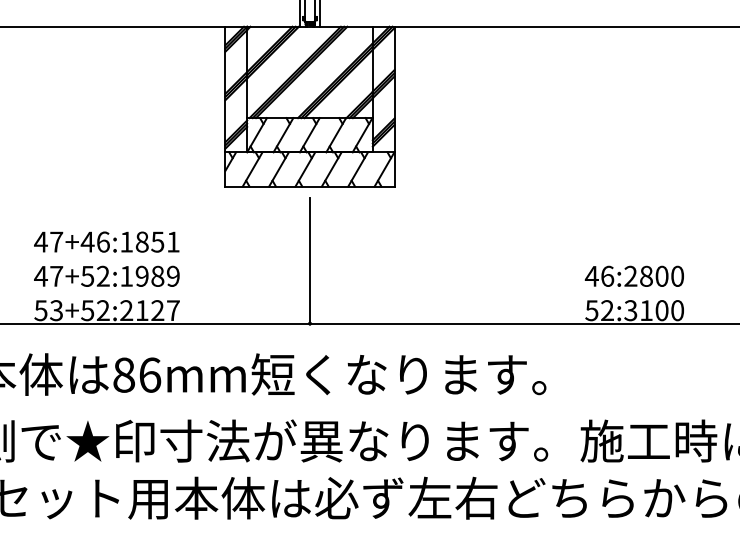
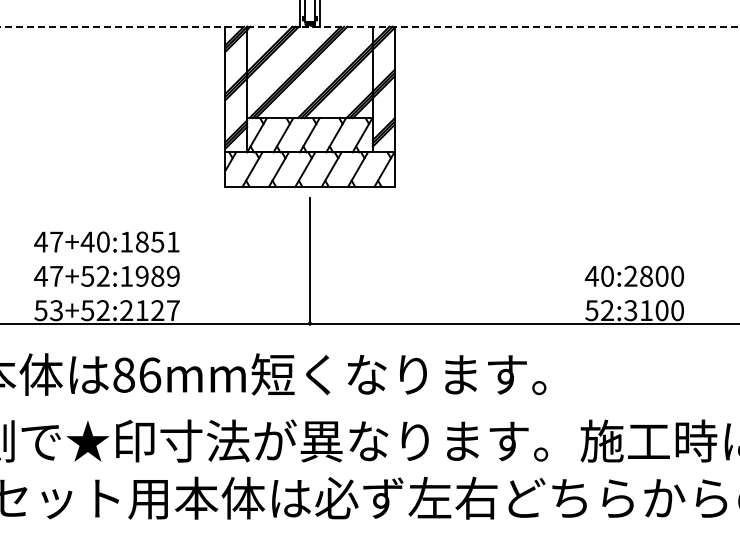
line at (370, 26): solid -> dashed
text at (103, 241): 47+46:1851 -> 47+40:1851
text at (607, 275): 46:2800 -> 40:2800
